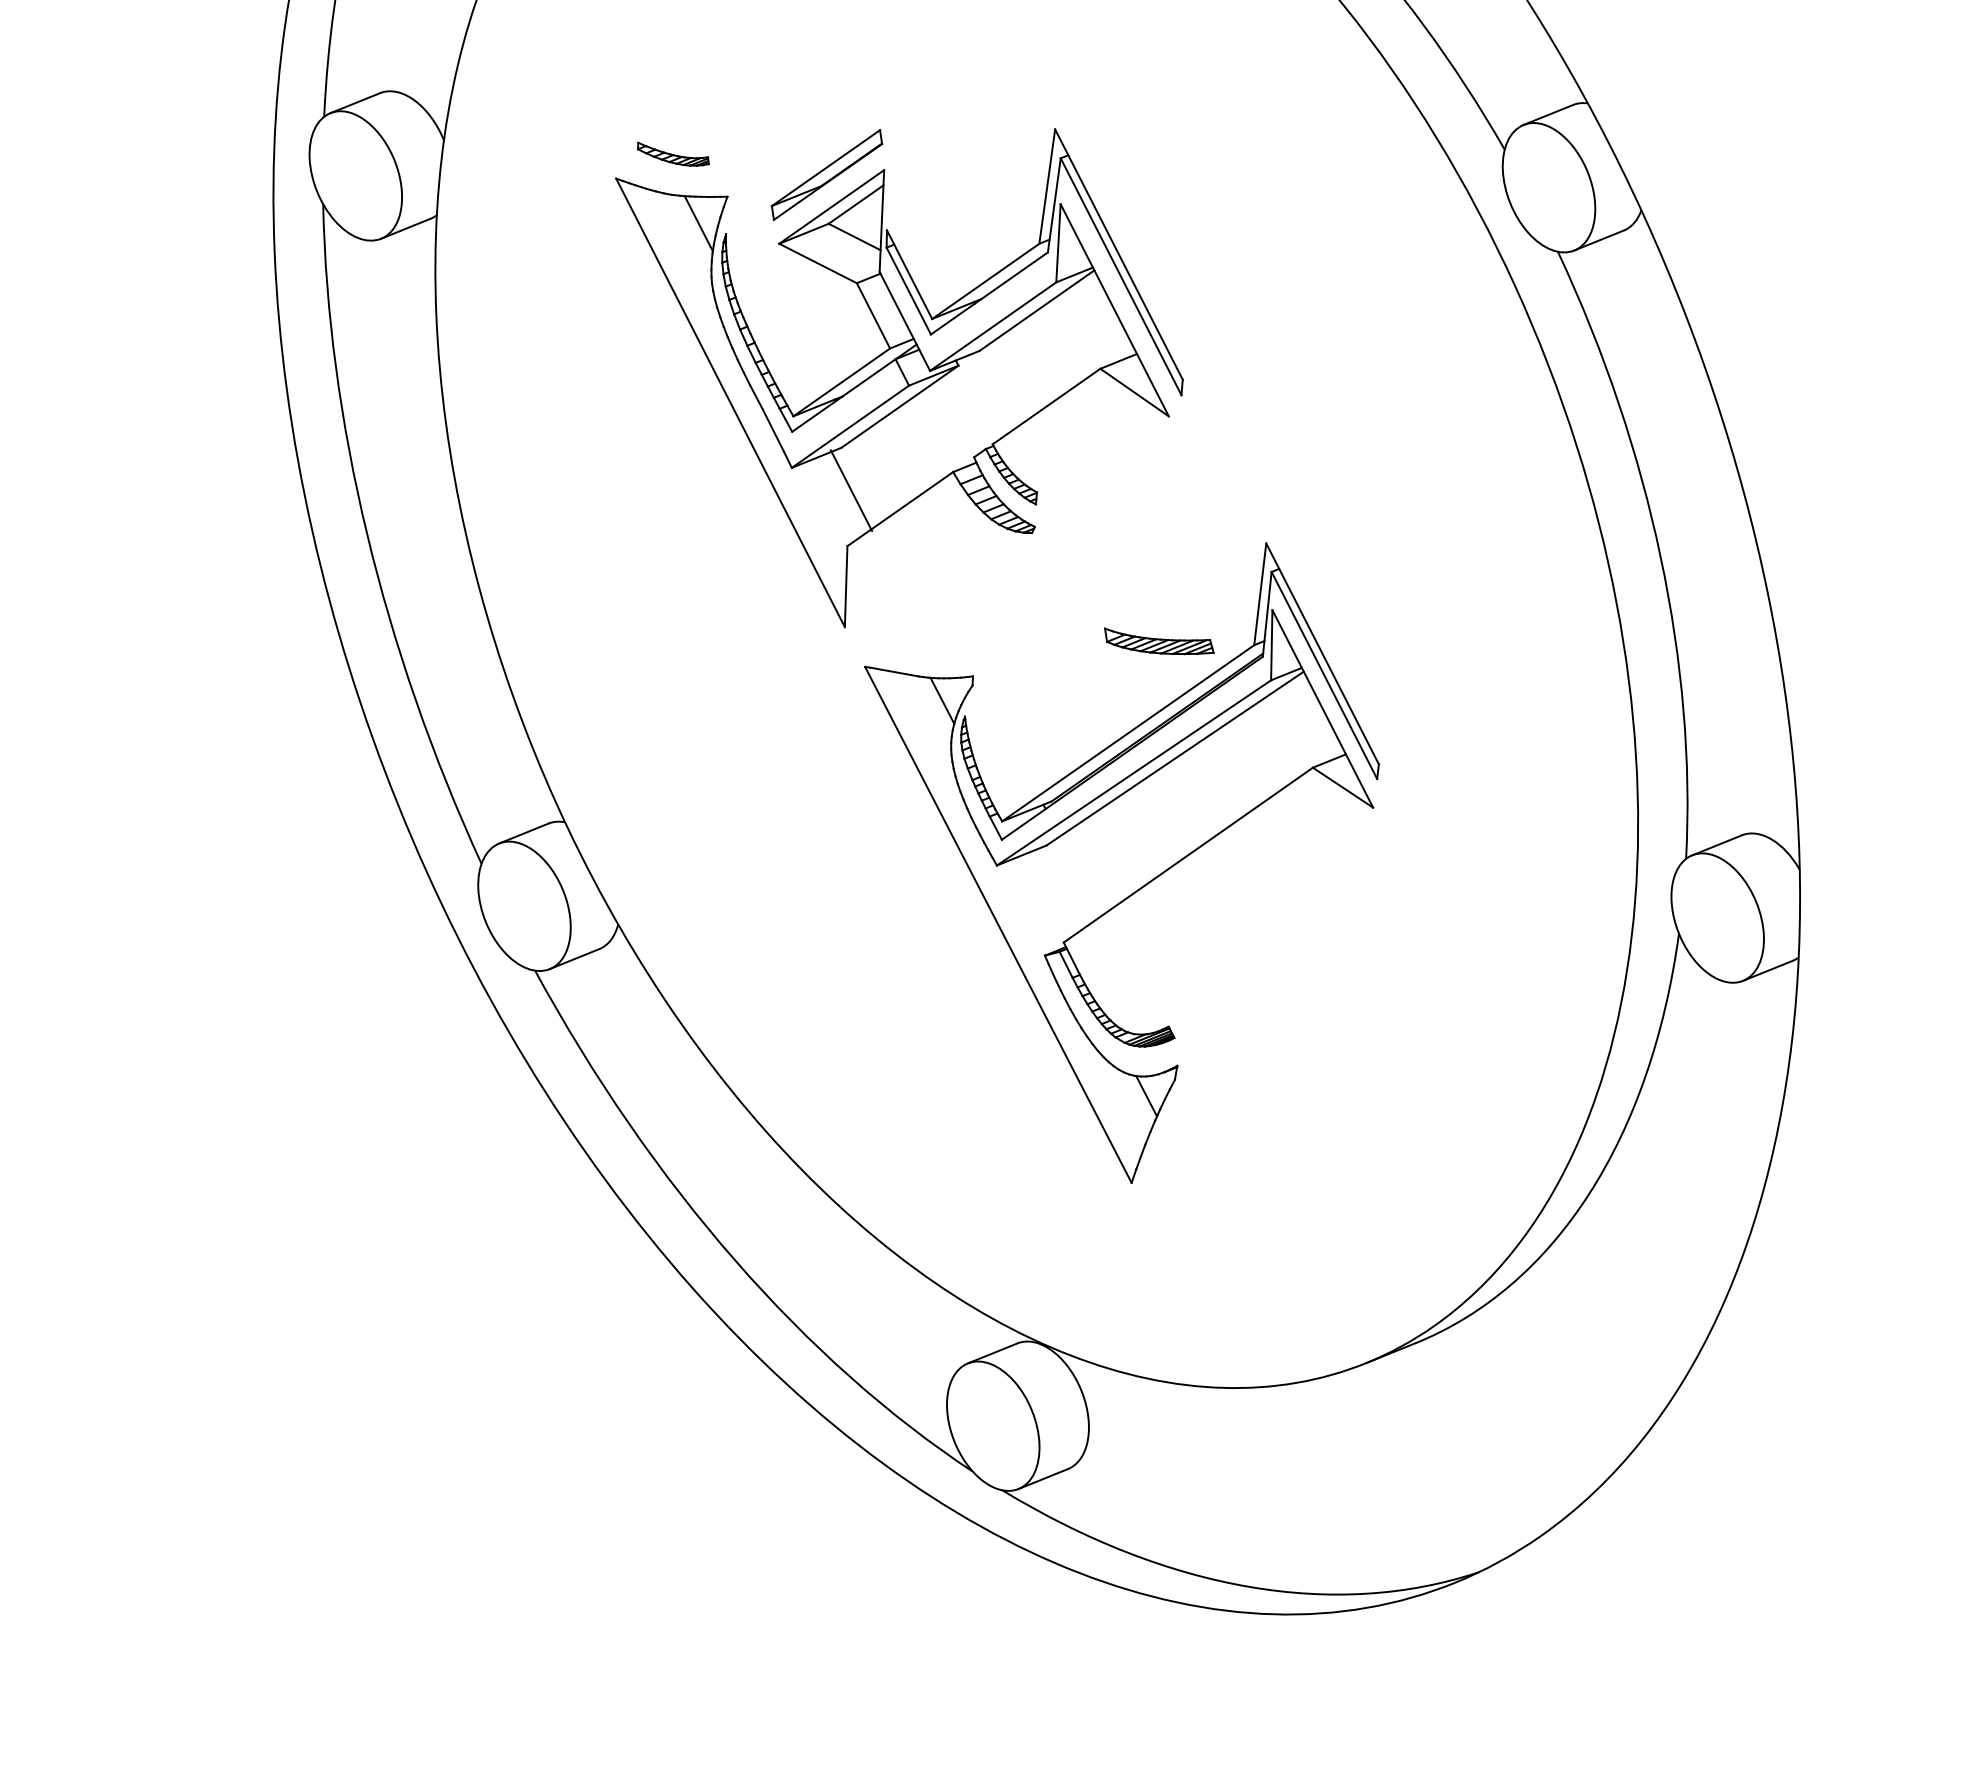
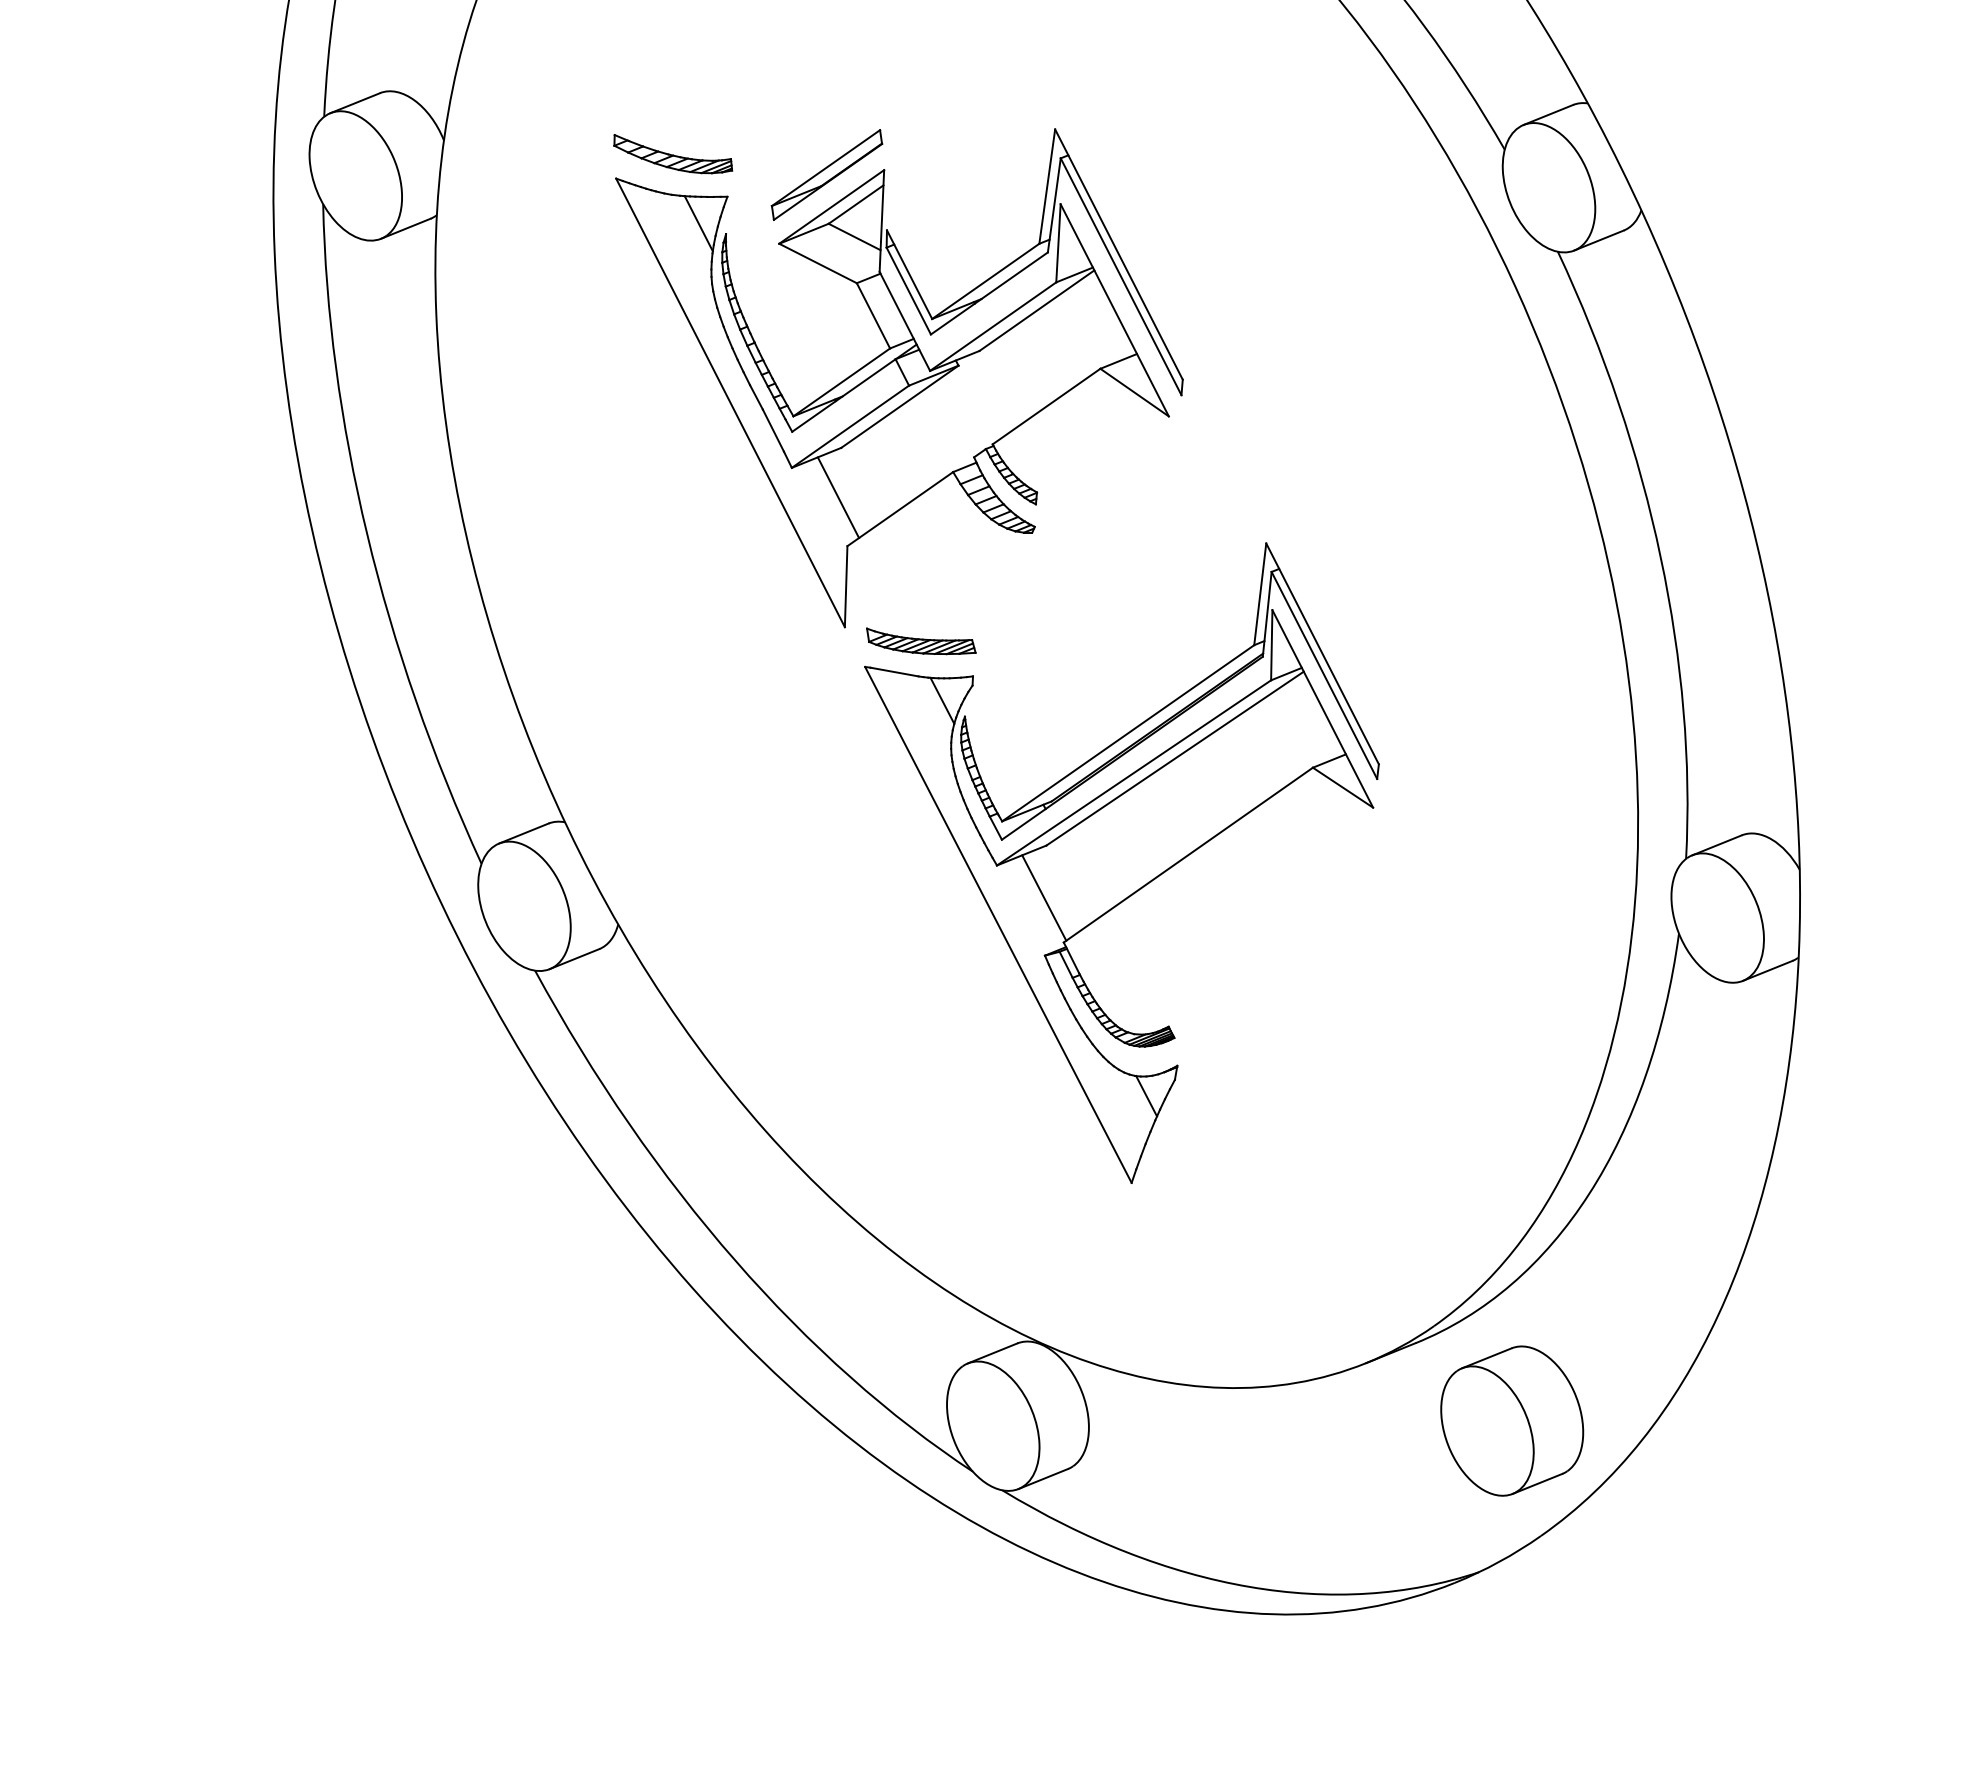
part at (673, 153) size: 73x26 px -> 121x41 px
line at (851, 490) position: (851, 490) -> (838, 497)
part at (1159, 641) position: (1159, 641) -> (921, 641)
line at (1044, 897): none -> present
part at (1512, 1420): none -> present
